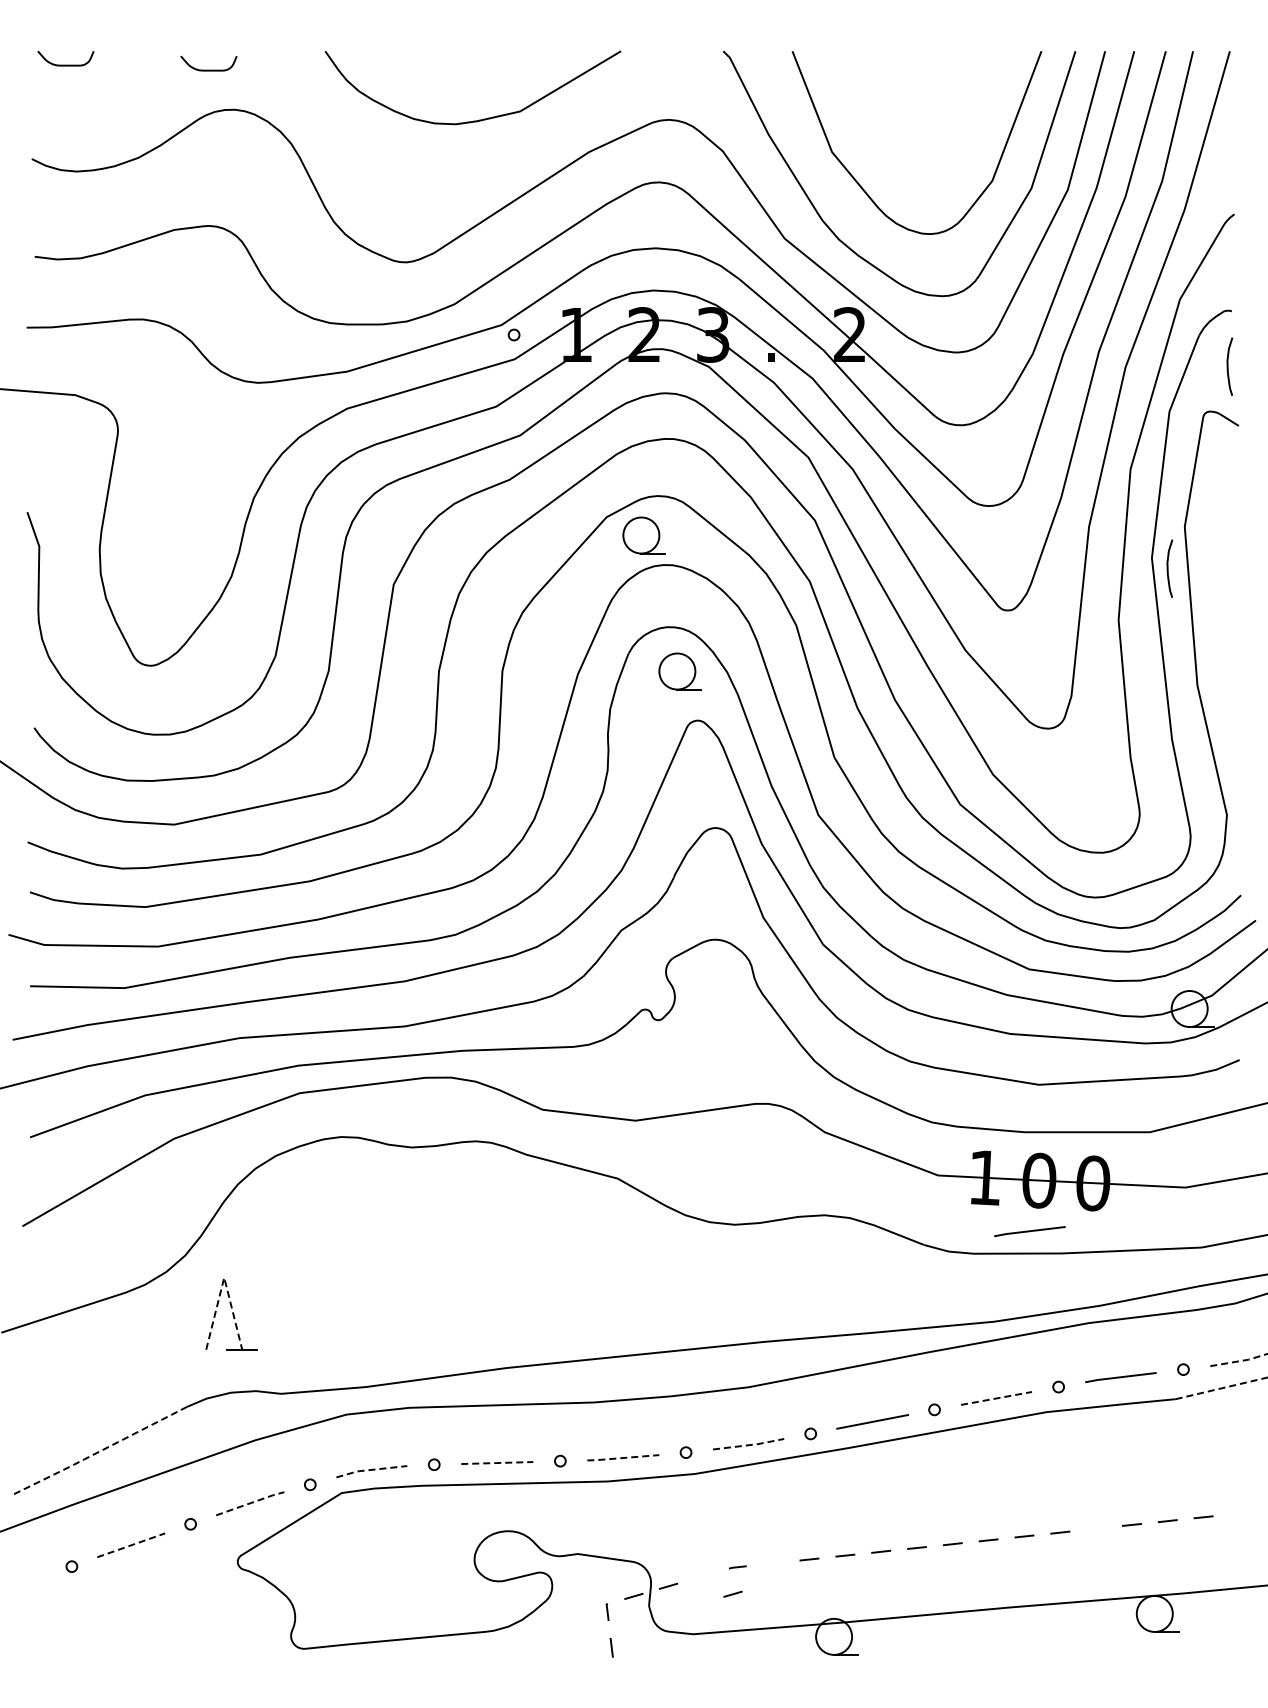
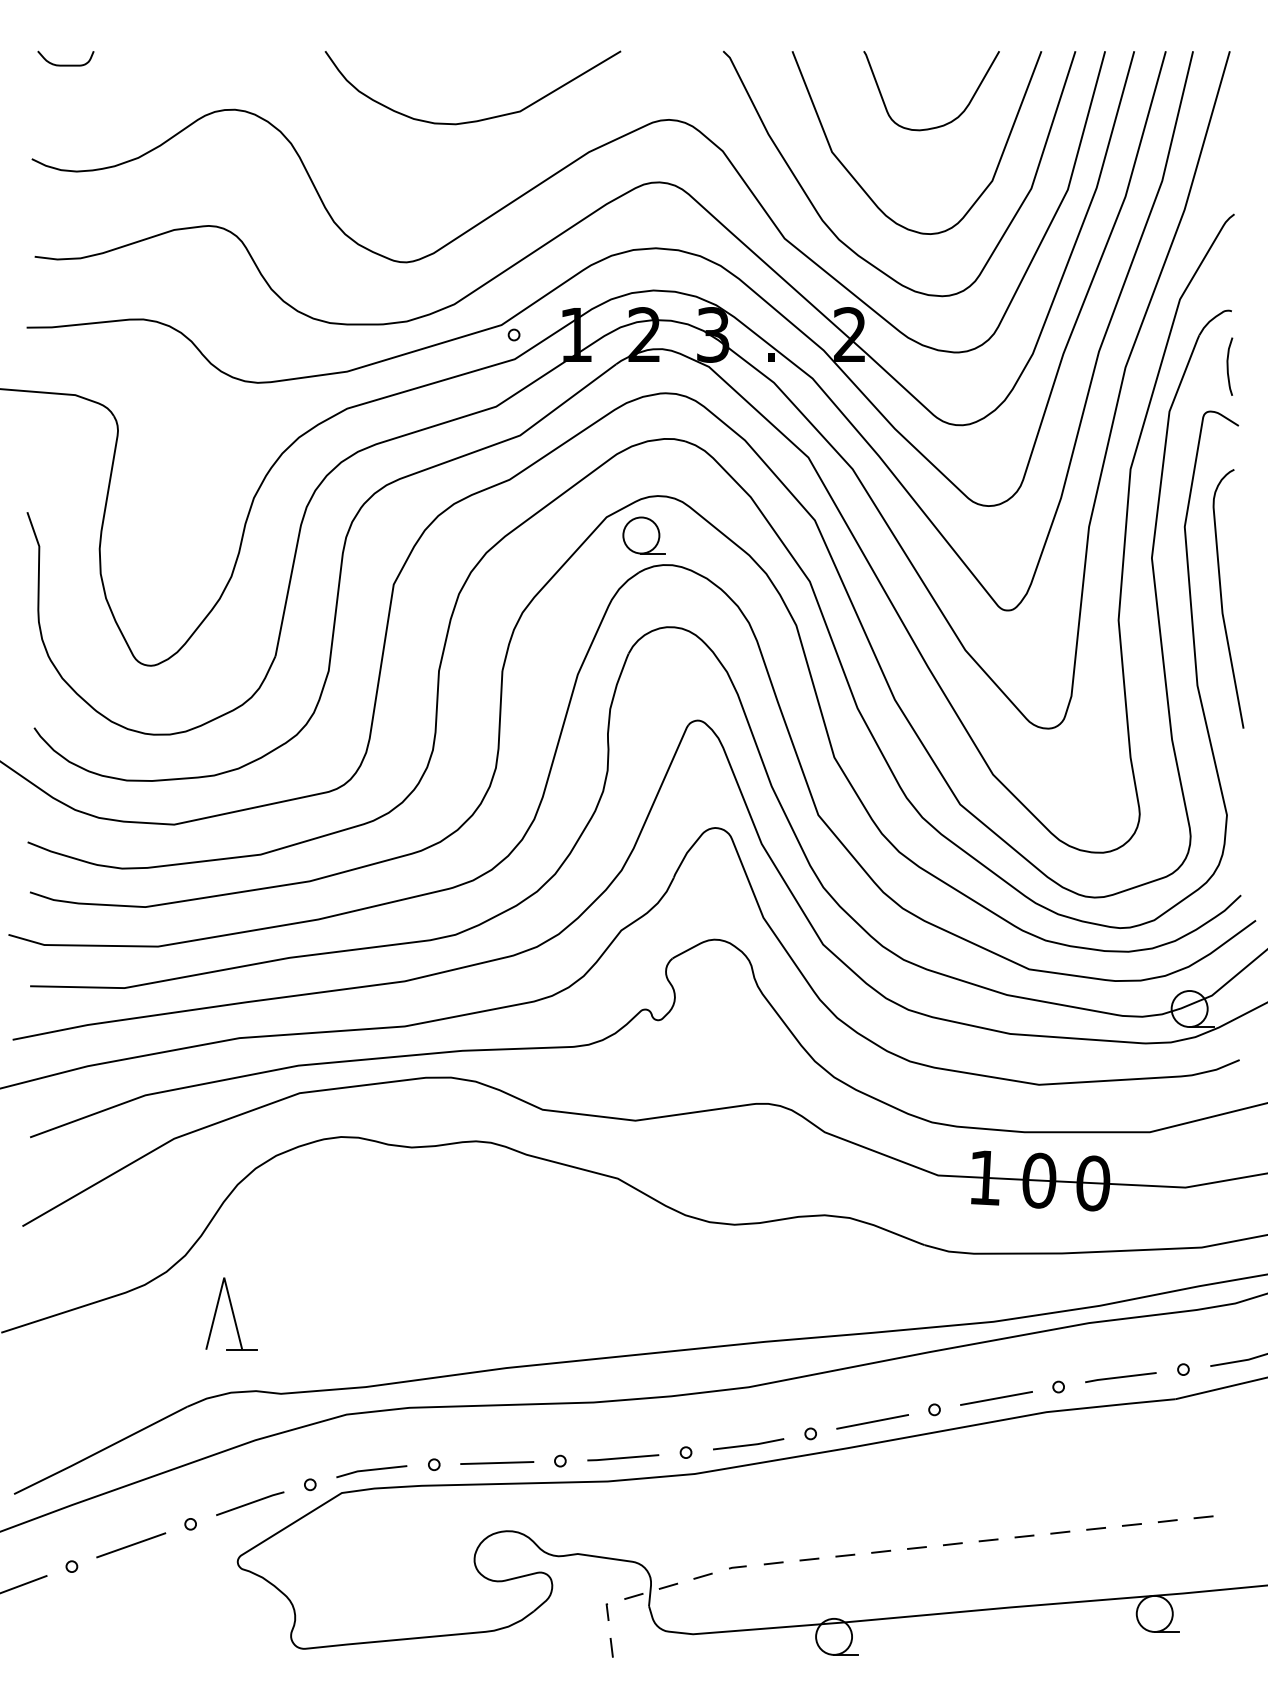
curve at (208, 69): present -> none
curve at (947, 122): none -> present
curve at (1168, 568): present -> none
curve at (1222, 598): none -> present
part at (679, 671): present -> none
line at (1029, 1231): present -> none
line at (224, 1277): dashed -> solid
line at (1239, 1361): dashed -> solid
line at (1221, 1388): dashed -> solid
line at (997, 1398): dashed -> solid
line at (749, 1445): dashed -> solid
line at (100, 1451): dashed -> solid
line at (622, 1458): dashed -> solid
line at (497, 1463): dashed -> solid
line at (371, 1469): dashed -> solid
line at (250, 1503): dashed -> solid
line at (1095, 1528): none -> present
line at (131, 1545): dashed -> solid
line at (773, 1563): none -> present
line at (24, 1584): none -> present
line at (732, 1593) position: (732, 1593) -> (702, 1575)
